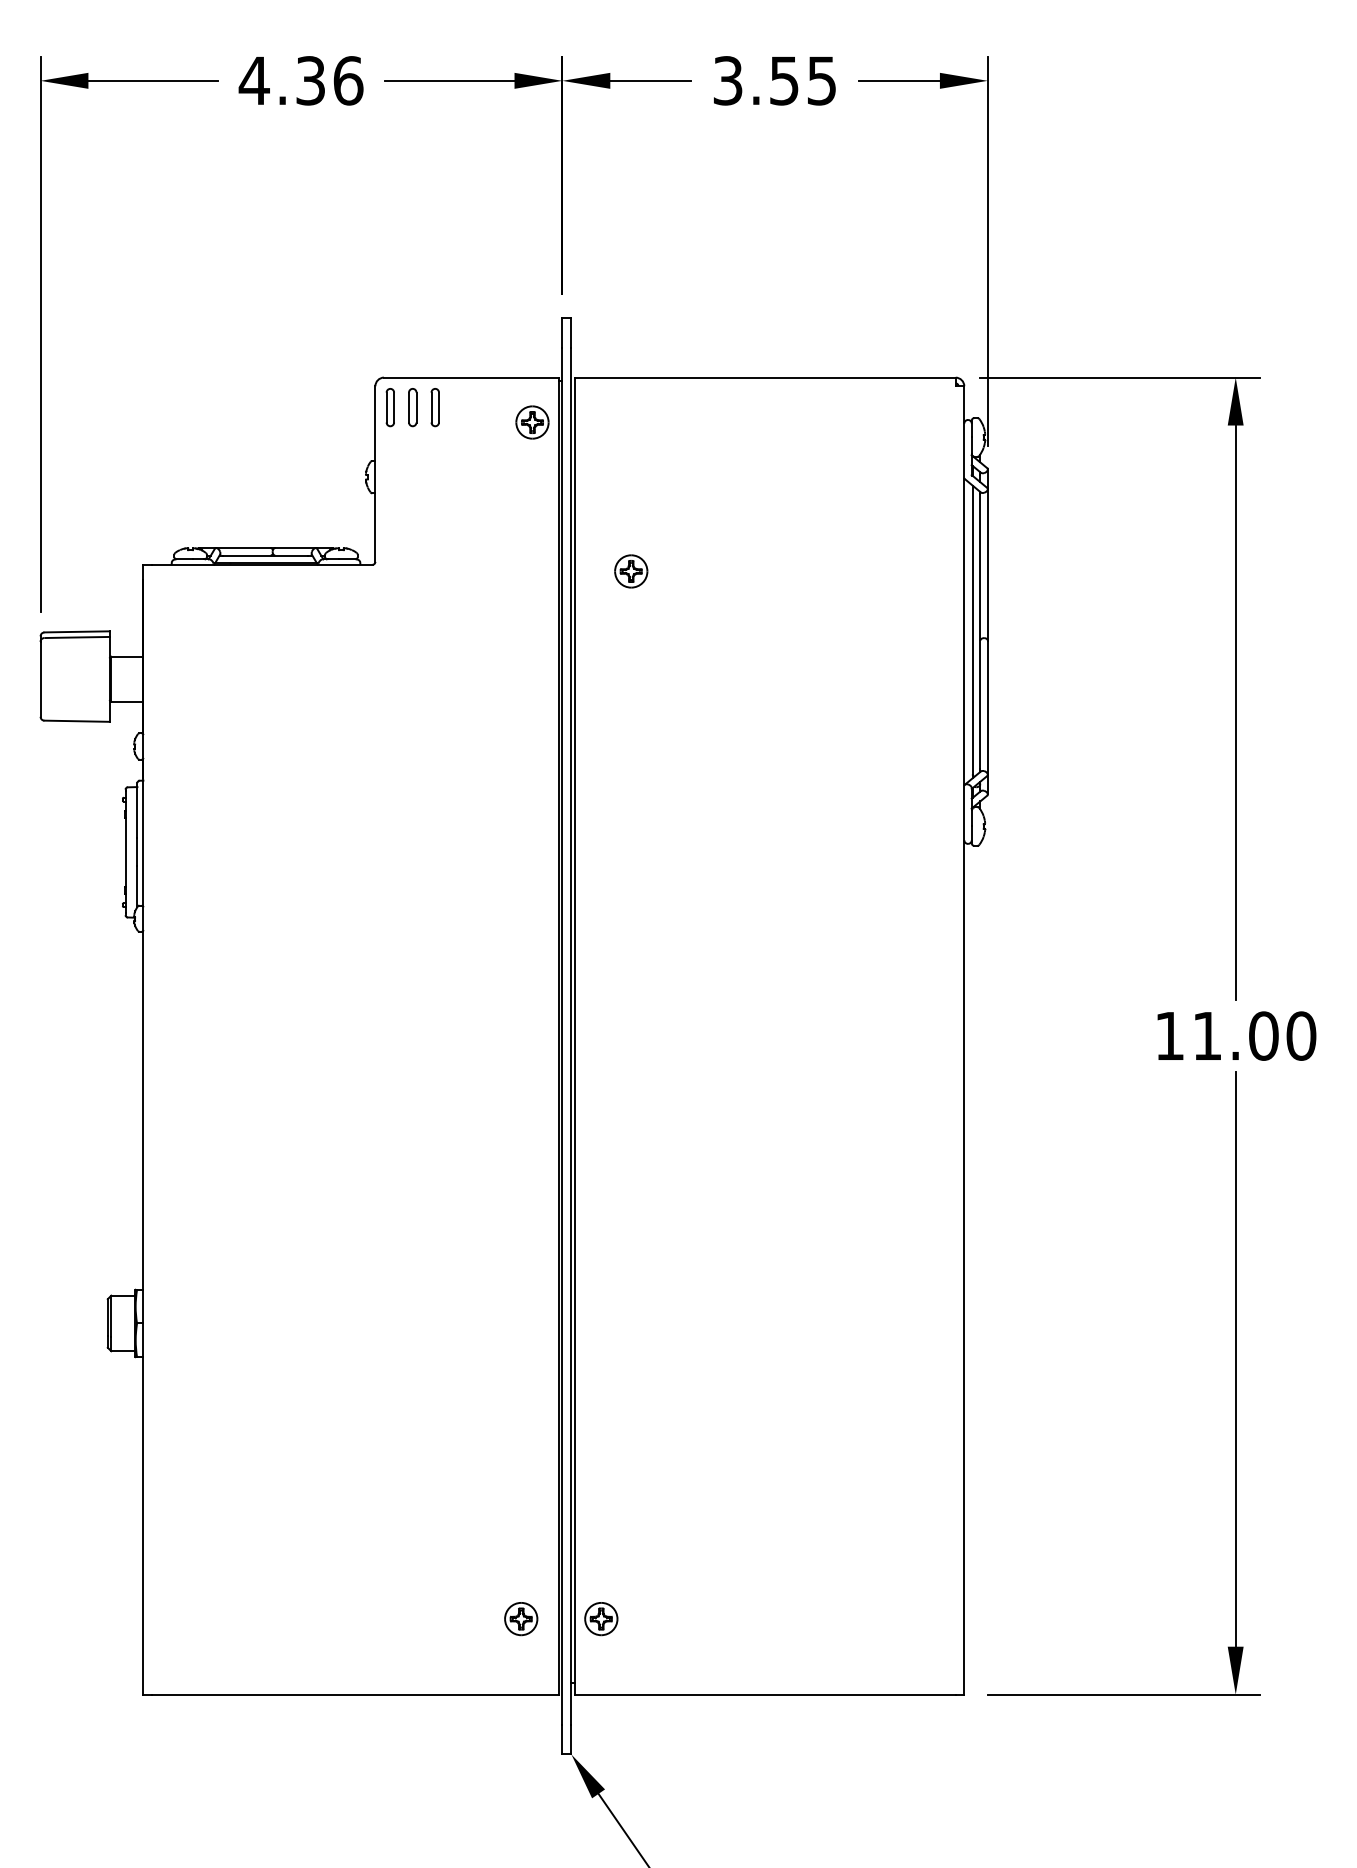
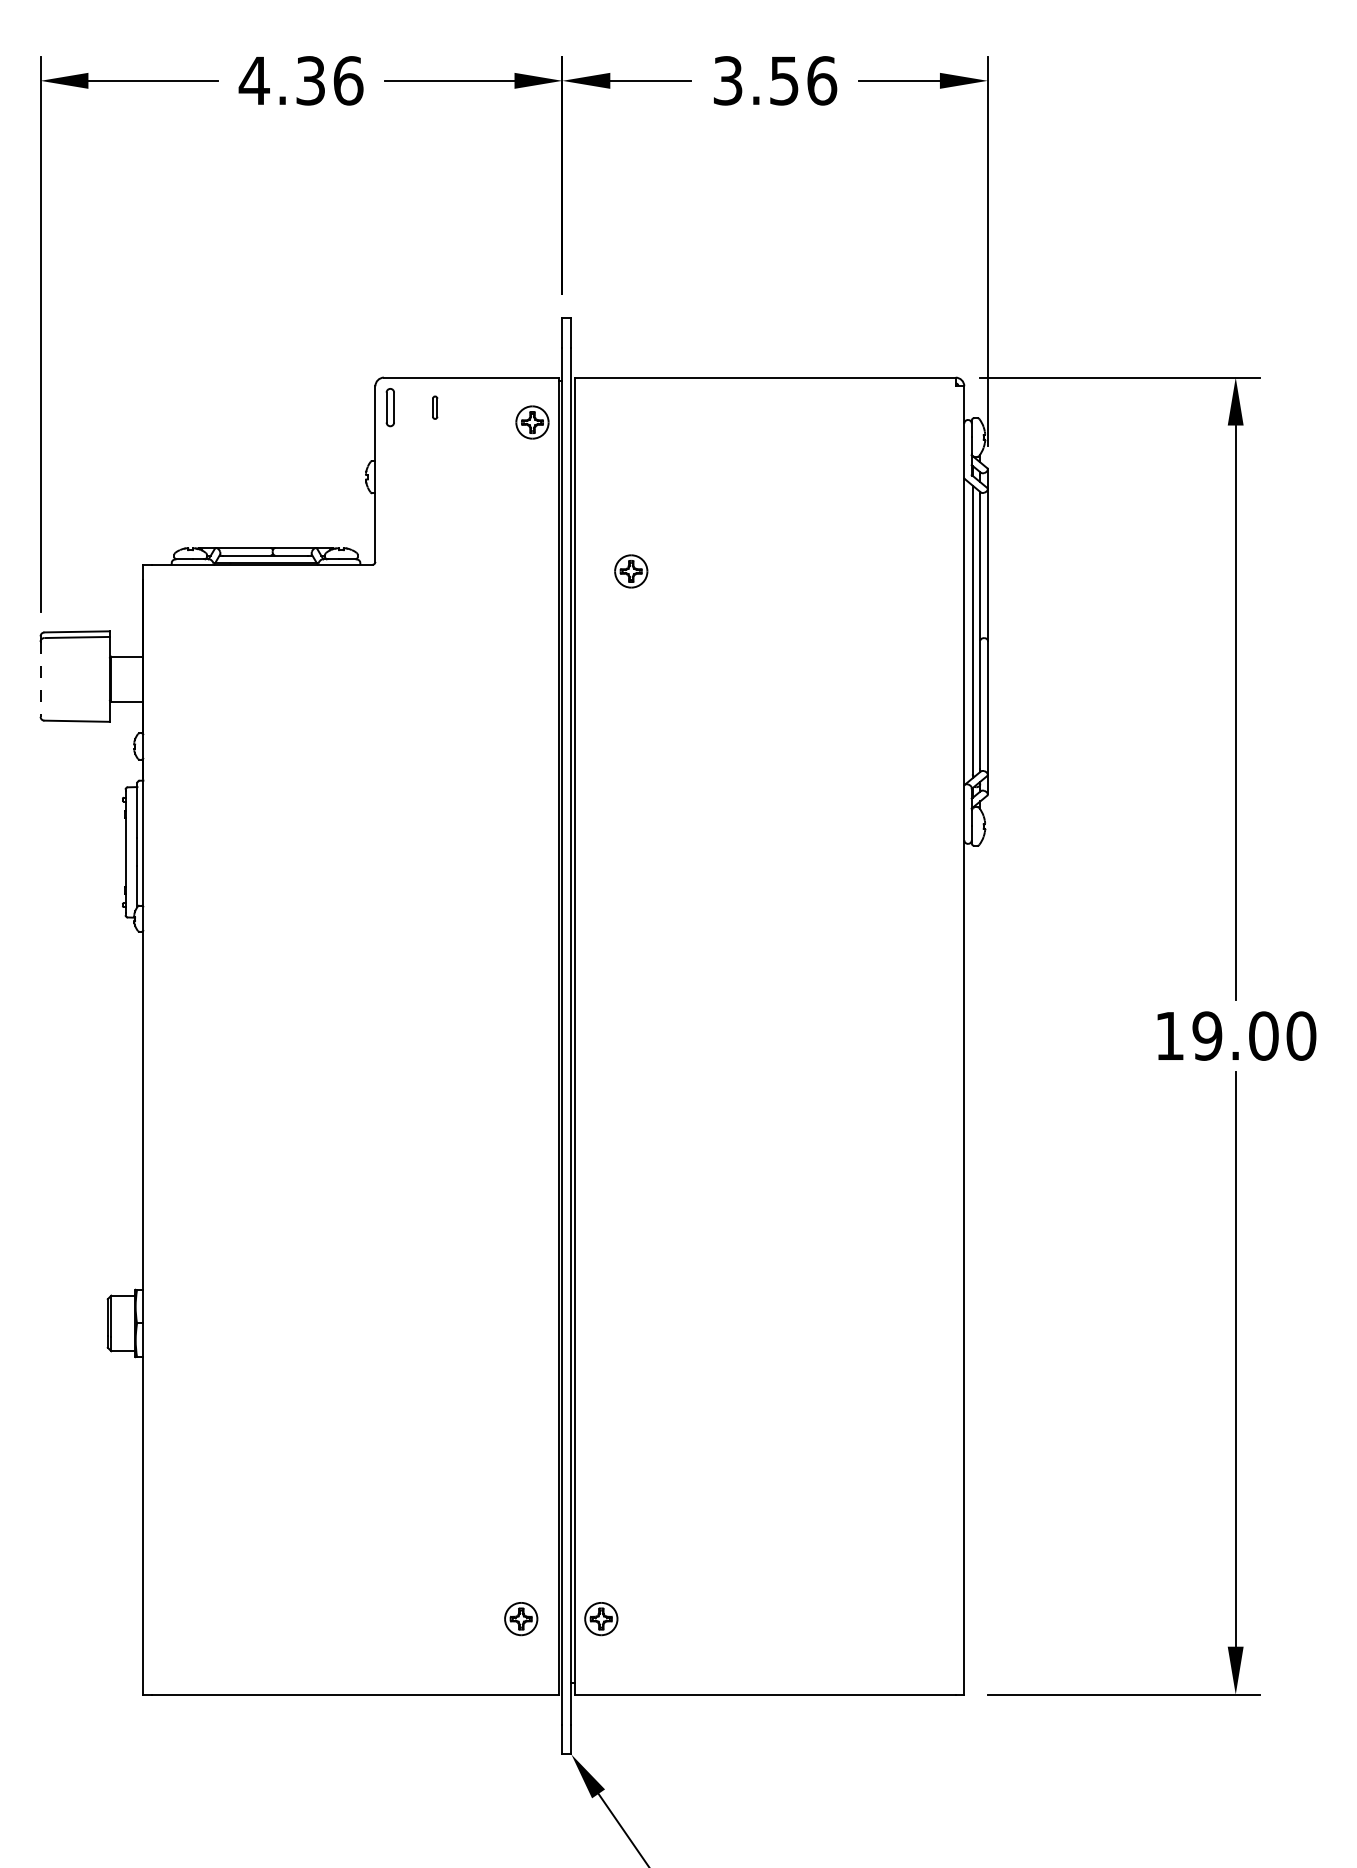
text at (822, 80): 3.55 -> 3.56
part at (412, 407): present -> none
part at (434, 407) size: 10x40 px -> 7x25 px
line at (40, 679): solid -> dashed
text at (1207, 1035): 11.00 -> 19.00
